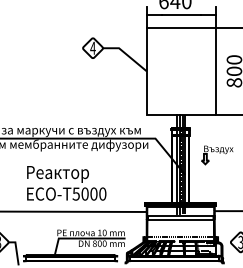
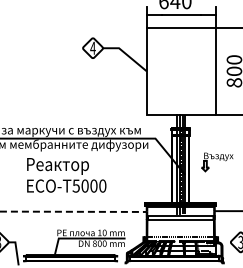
part at (217, 155) position: (217, 155) -> (217, 162)
text at (66, 183) position: (66, 183) -> (66, 175)
line at (73, 211): solid -> dashed
